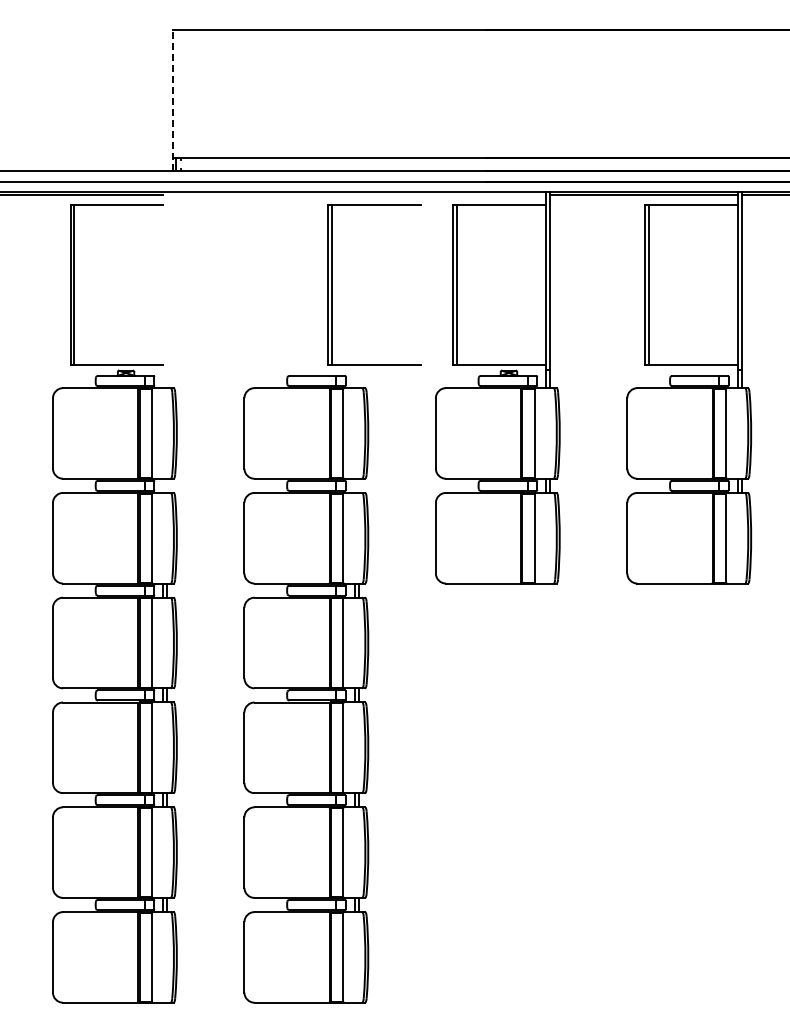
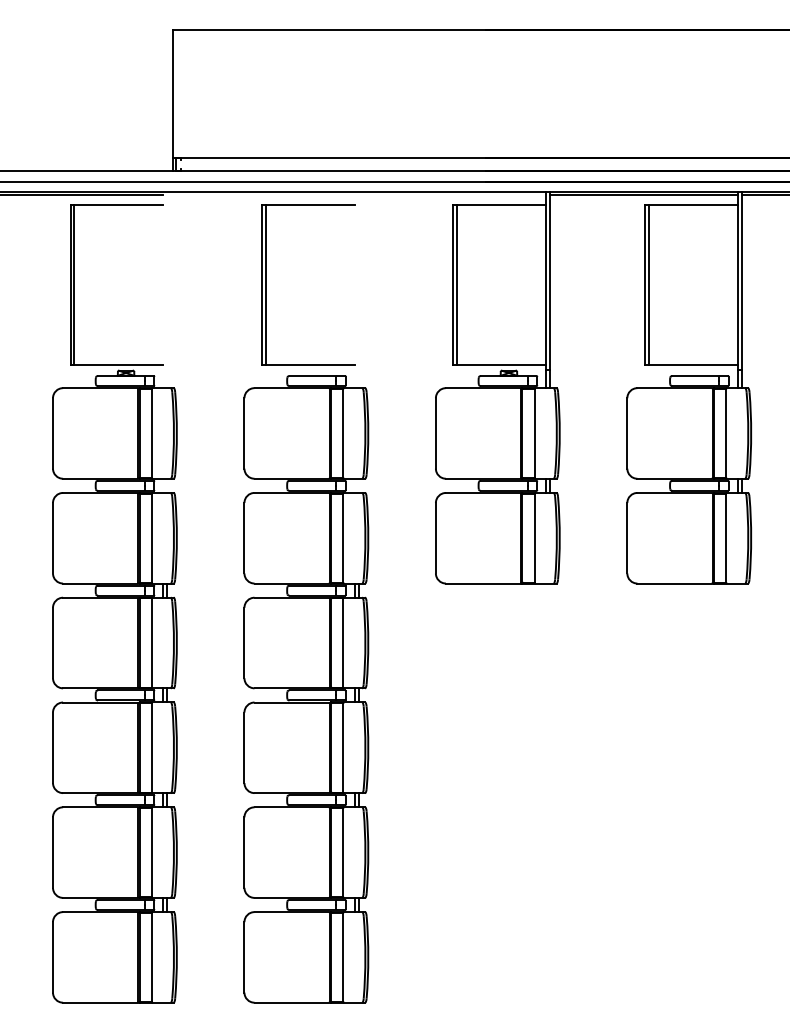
line at (173, 100): dashed -> solid
part at (332, 284) position: (332, 284) -> (266, 284)
